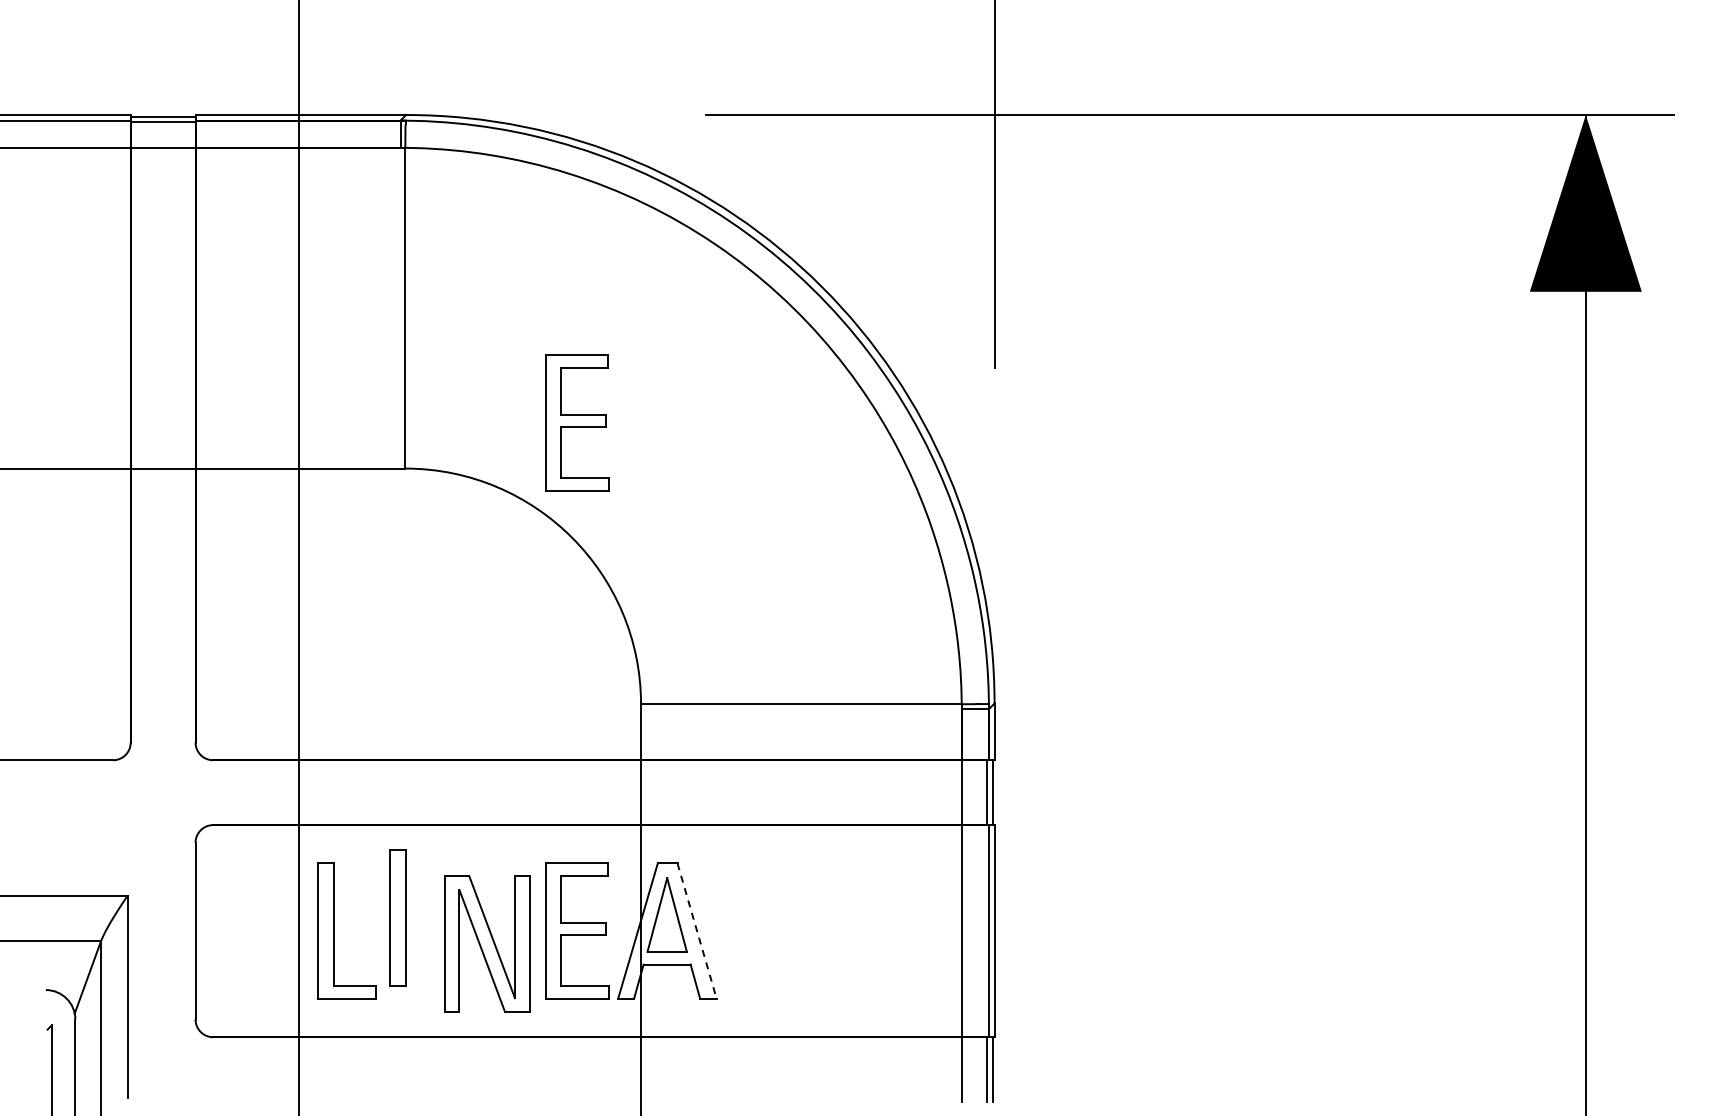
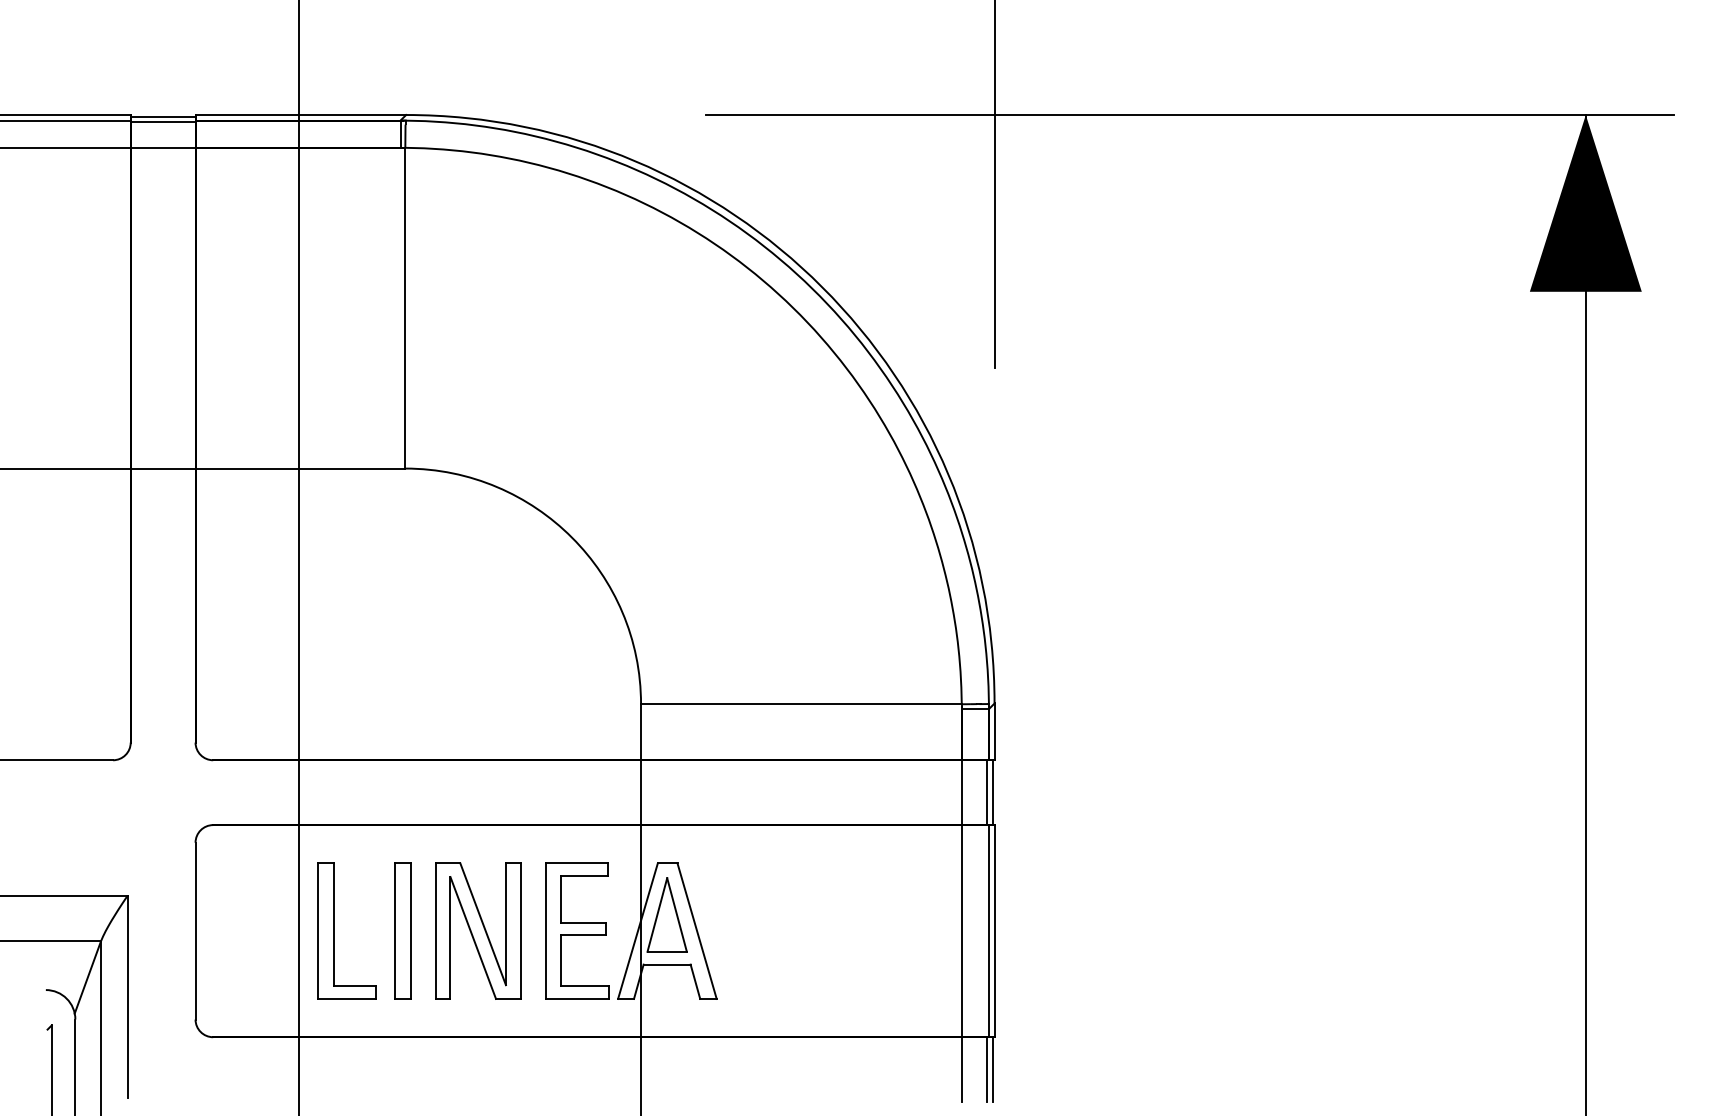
part at (577, 422): present -> none
part at (397, 917) position: (397, 917) -> (402, 930)
line at (697, 931): dashed -> solid
part at (487, 943) position: (487, 943) -> (478, 930)
